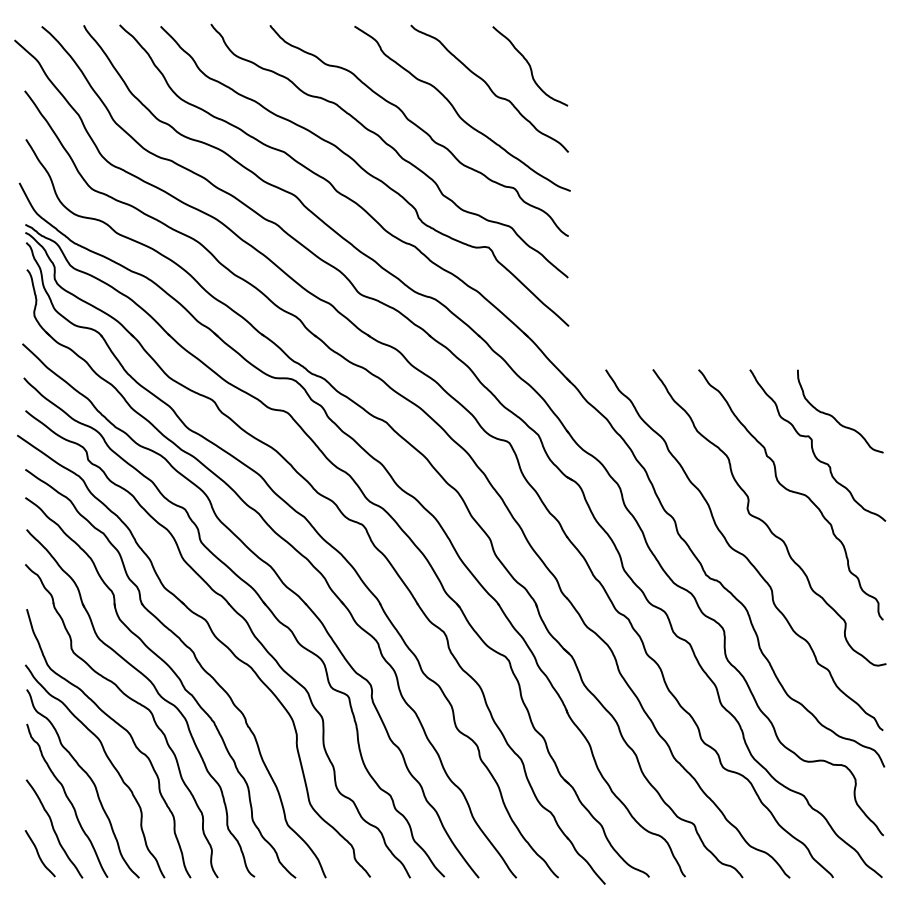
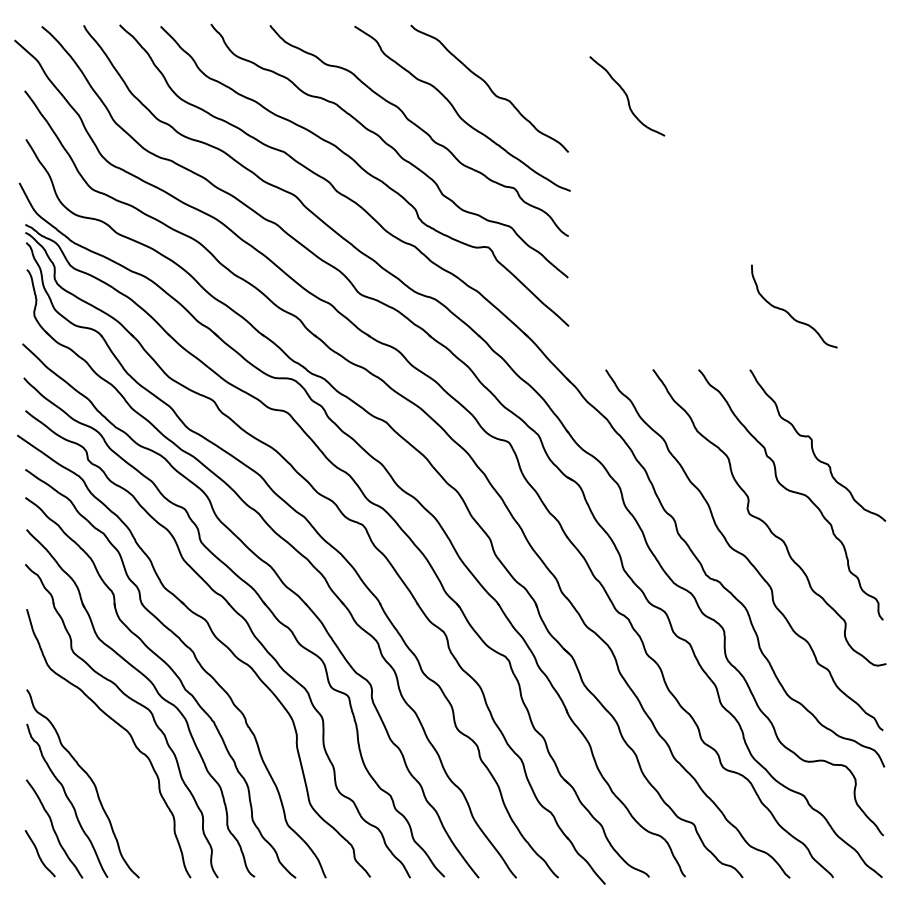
curve at (530, 66) position: (530, 66) -> (627, 96)
curve at (834, 417) position: (834, 417) -> (788, 312)
curve at (108, 760): present -> none
